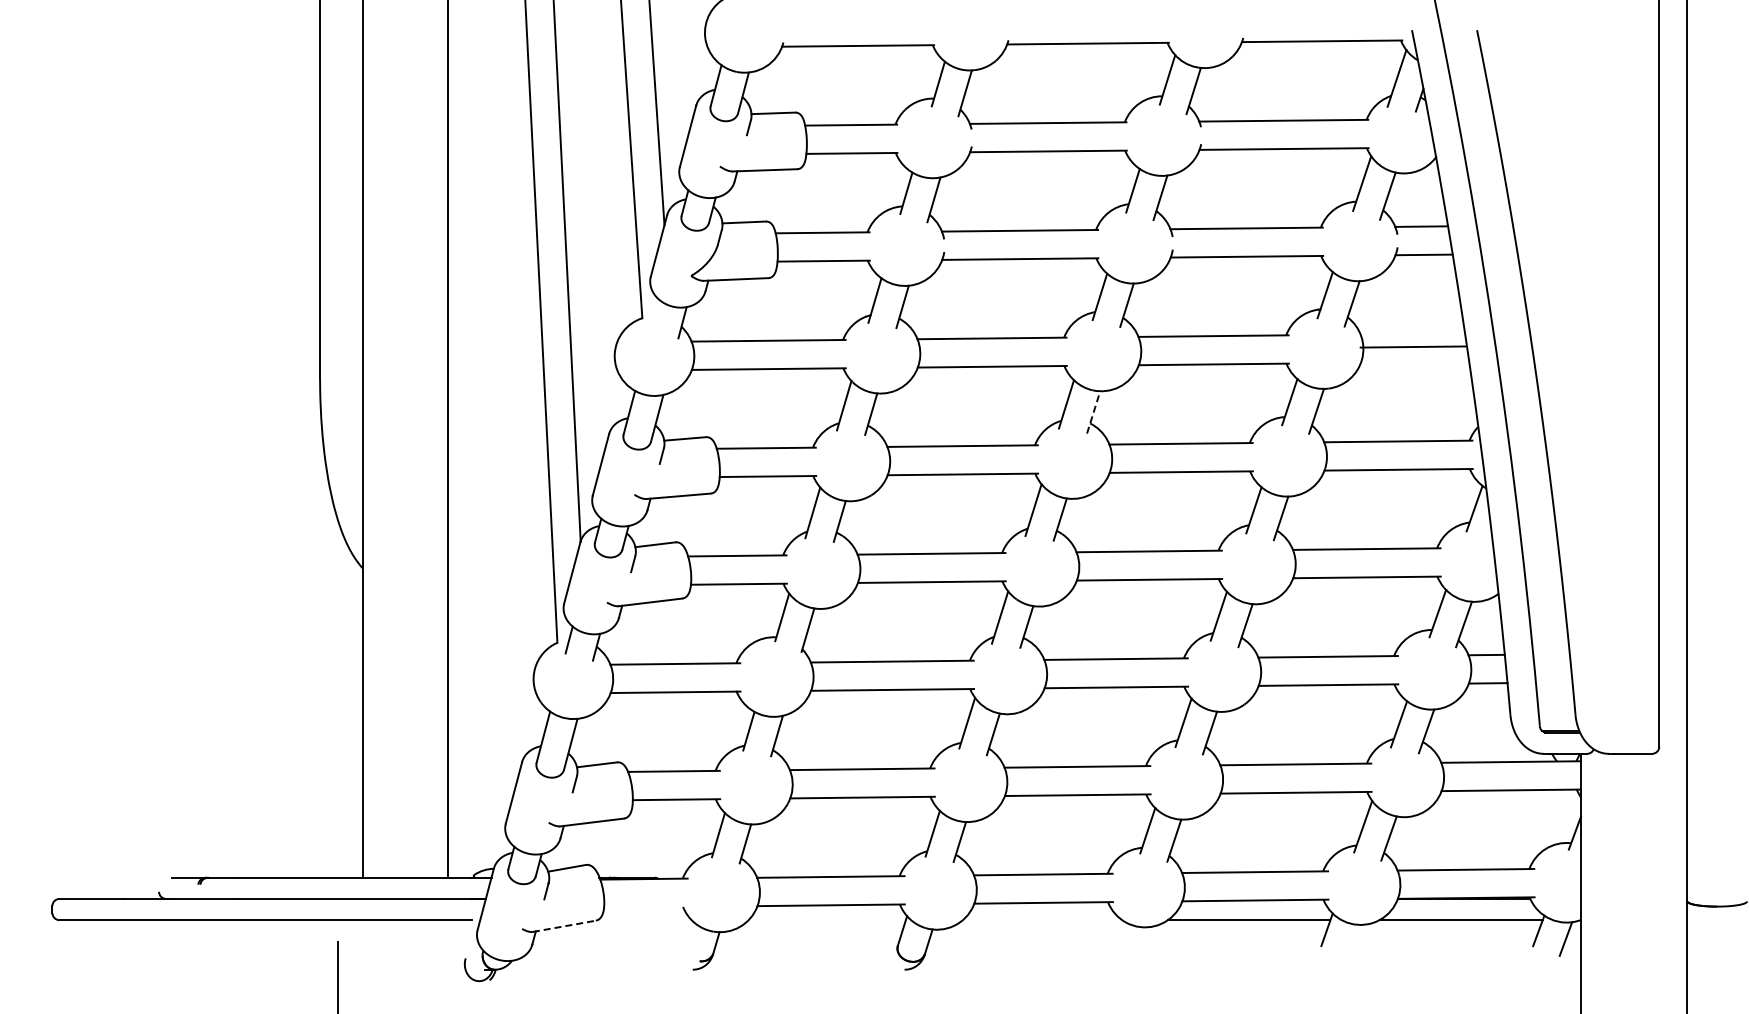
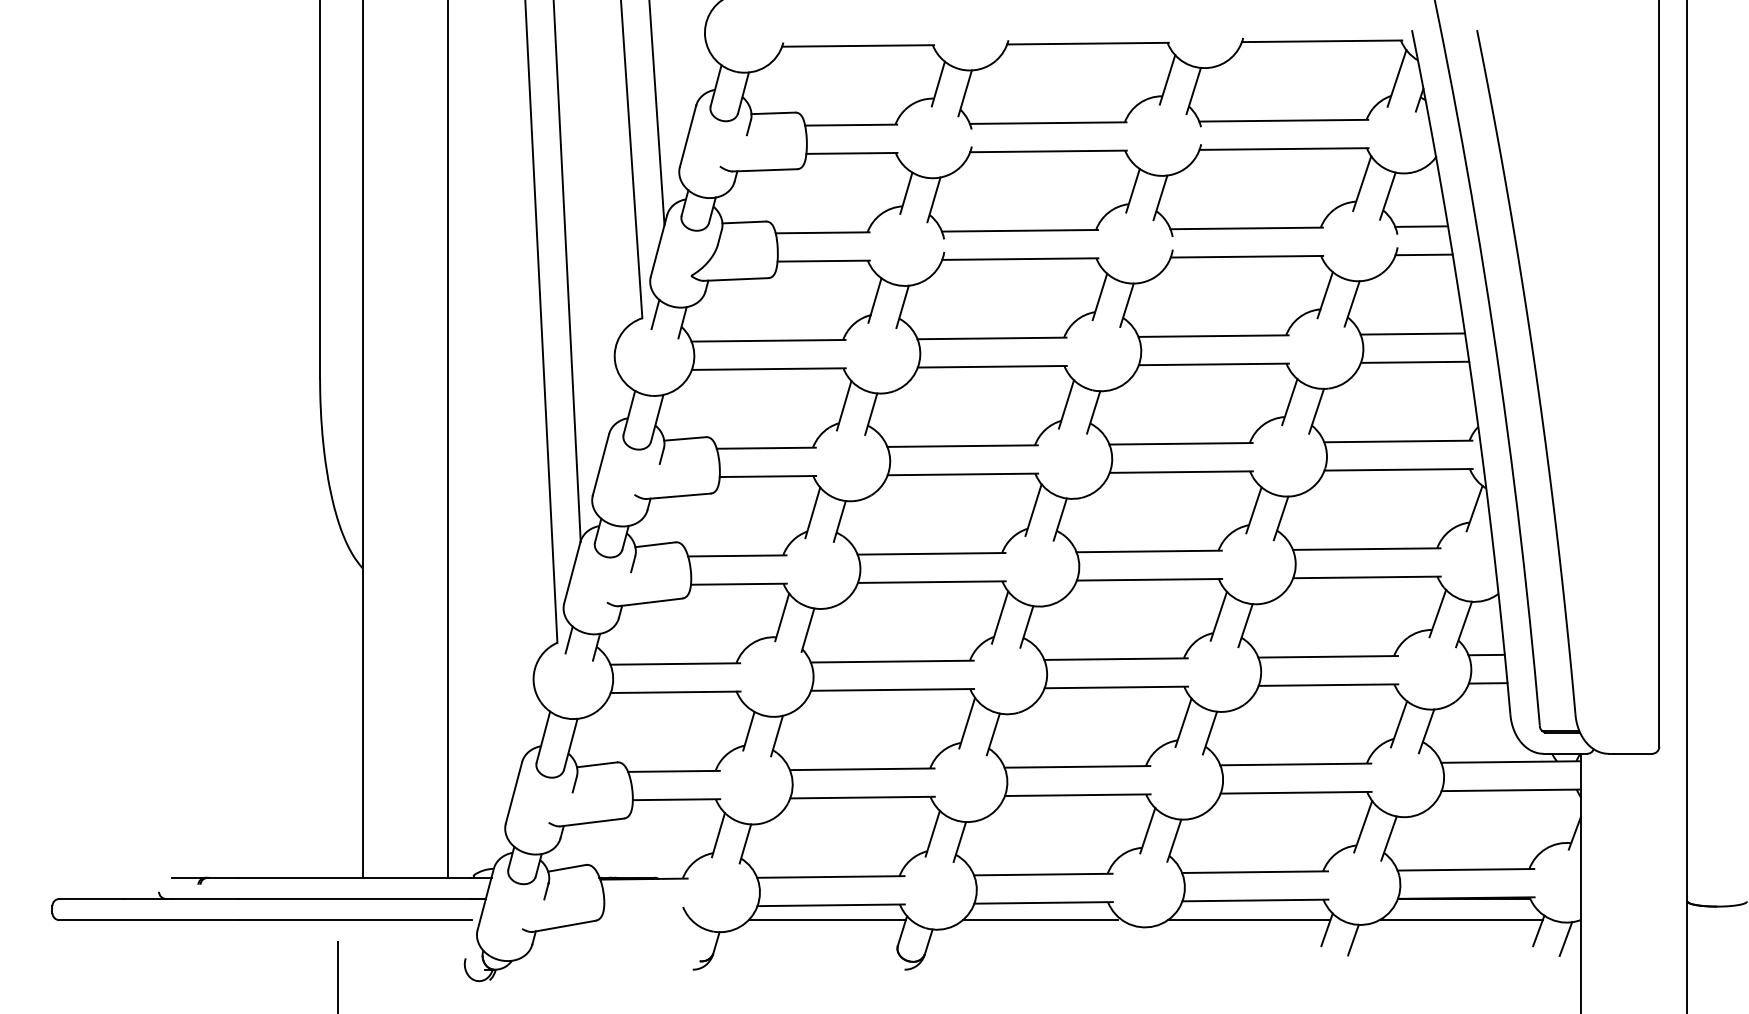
line at (655, 314): none -> present
line at (1412, 346) position: (1412, 346) -> (1412, 333)
line at (1414, 361): none -> present
line at (1093, 411): dashed -> solid
line at (826, 920): none -> present
line at (1040, 920): none -> present
line at (564, 926): dashed -> solid
line at (1353, 939): none -> present
